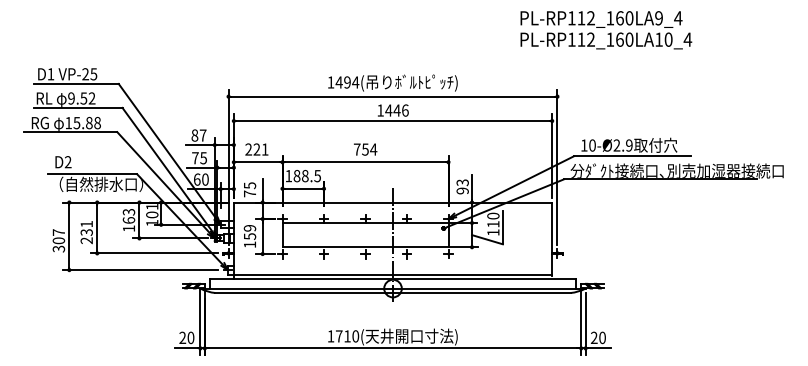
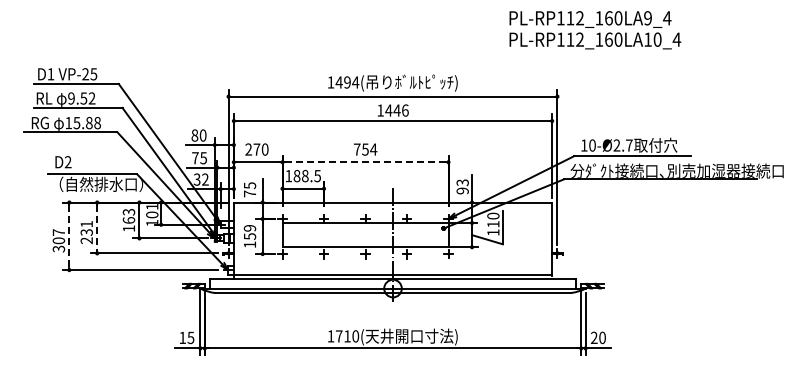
text at (606, 30) position: (606, 30) -> (595, 30)
text at (202, 135): 87 -> 80
text at (629, 145): 10-Ø2.9 -> 10-Ø2.7
text at (260, 149): 221 -> 270
line at (365, 162): solid -> dashed
text at (200, 179): 60 -> 32
line at (97, 228): solid -> dashed
line at (69, 236): solid -> dashed
text at (186, 337): 20 -> 15
